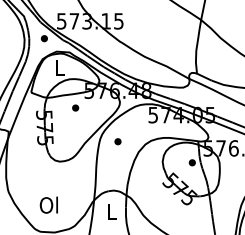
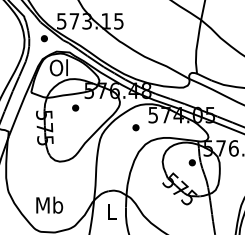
text at (58, 67): L -> Ol
part at (117, 141) position: (117, 141) -> (135, 127)
text at (49, 204): Ol -> Mb
